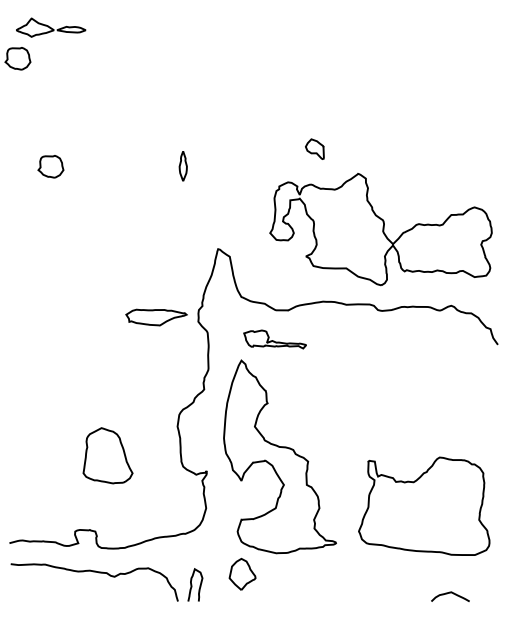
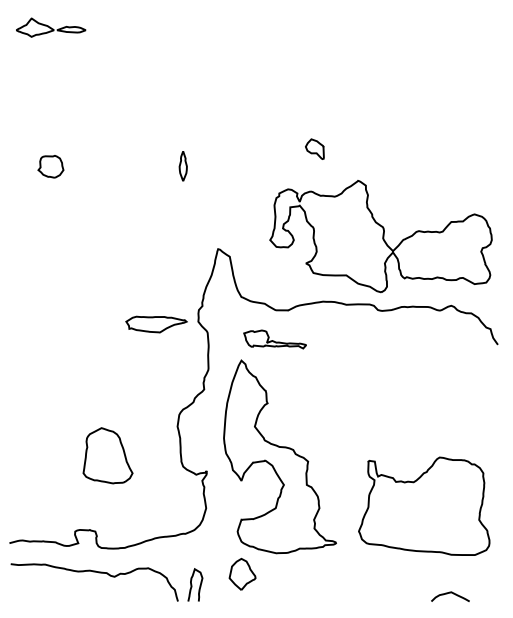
part at (17, 58): present -> none
part at (380, 229) position: (380, 229) -> (380, 236)
part at (156, 317) position: (156, 317) -> (156, 324)
